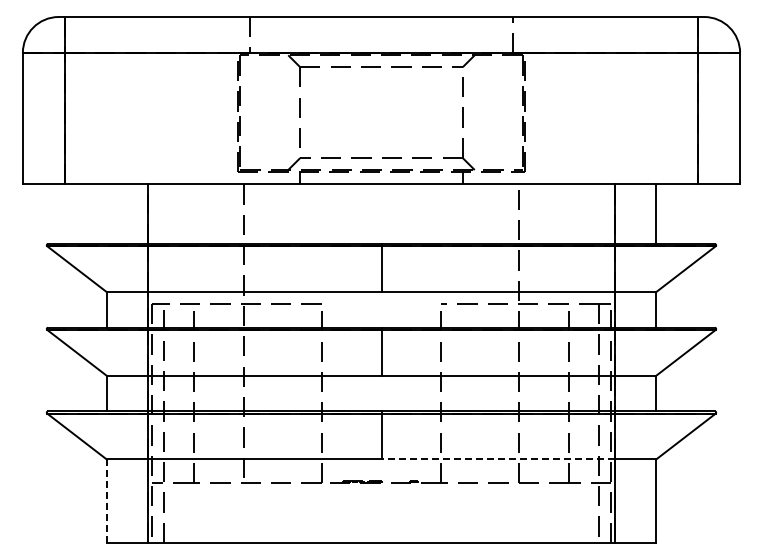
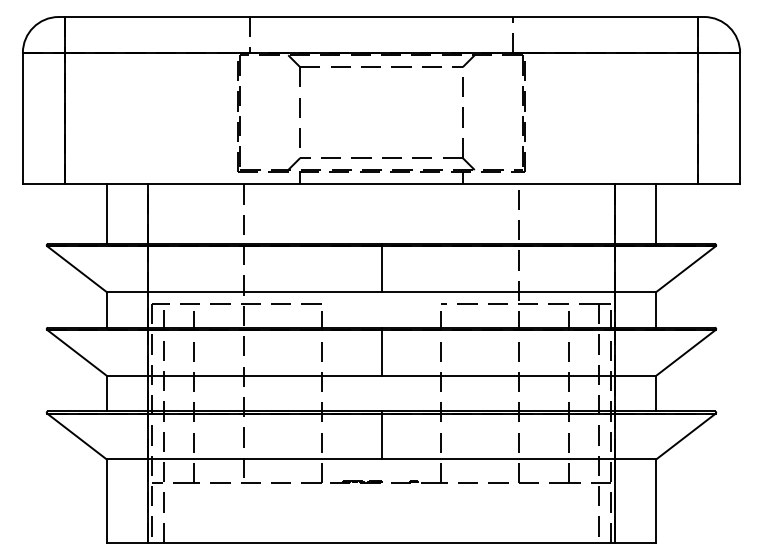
line at (106, 214): none -> present
line at (498, 459): dashed -> solid
line at (106, 501): dashed -> solid
